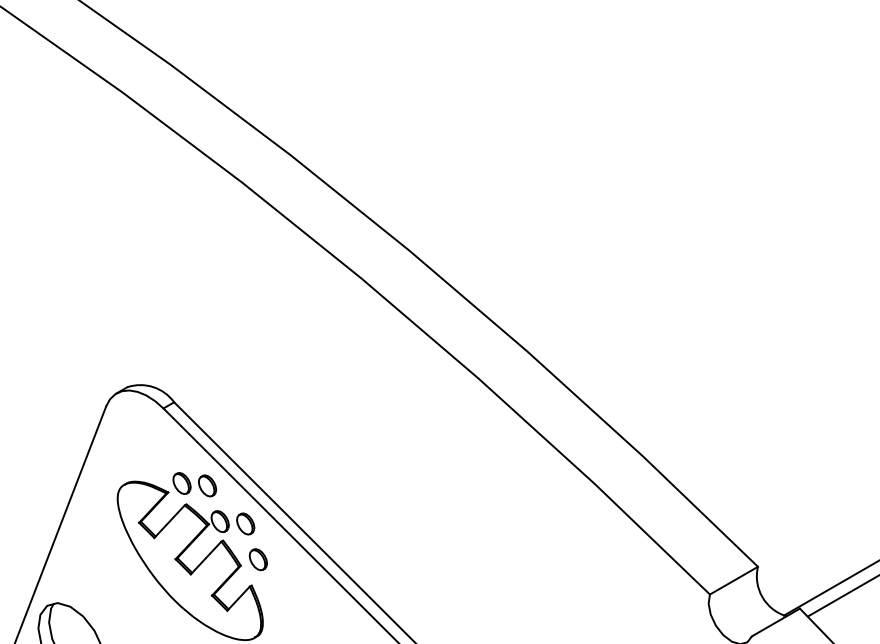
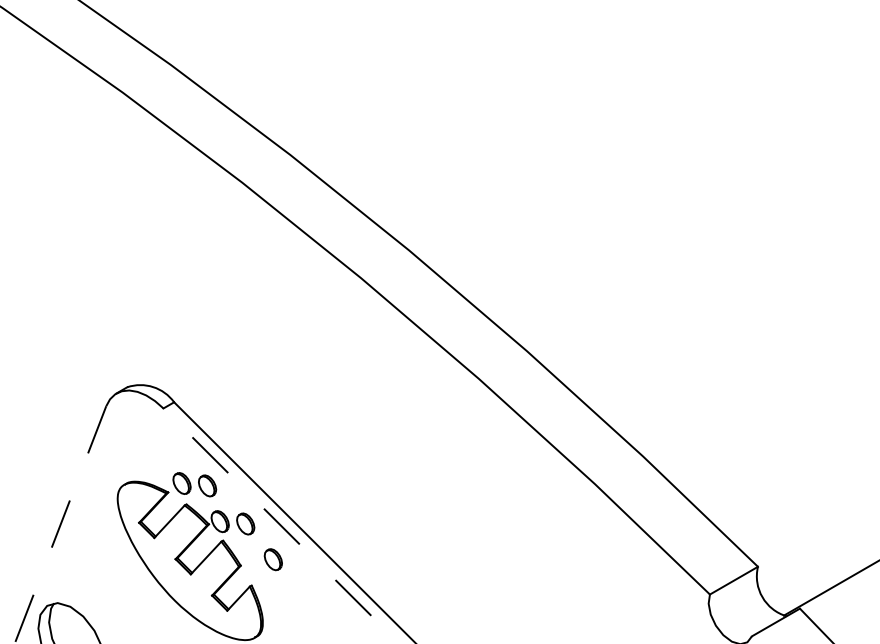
line at (60, 524): solid -> dashed
line at (280, 525): solid -> dashed
part at (257, 559) position: (257, 559) -> (272, 559)
line at (841, 596): present -> none
